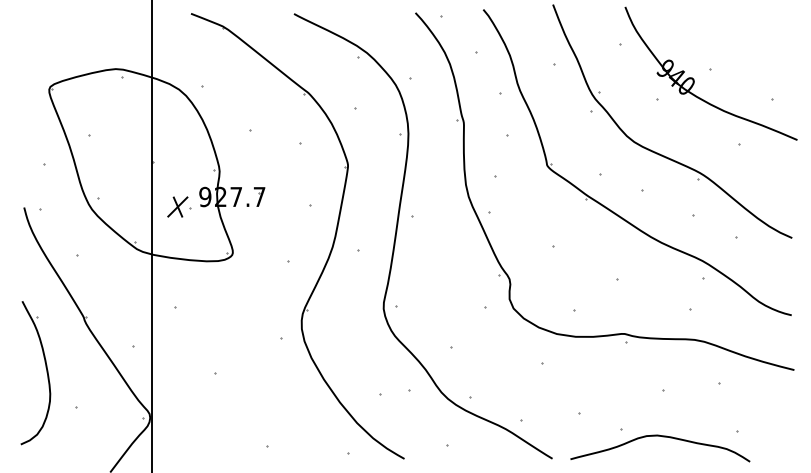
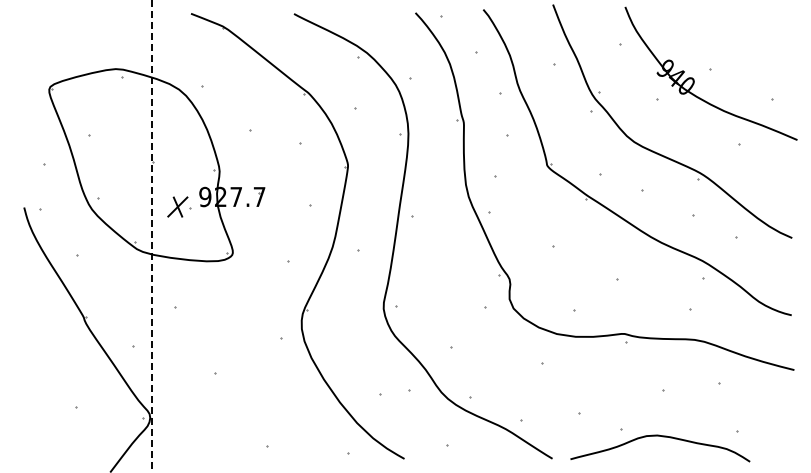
line at (151, 237): solid -> dashed
part at (46, 373): present -> none
